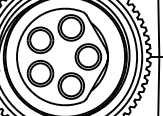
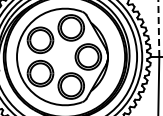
line at (158, 28): solid -> dashed
